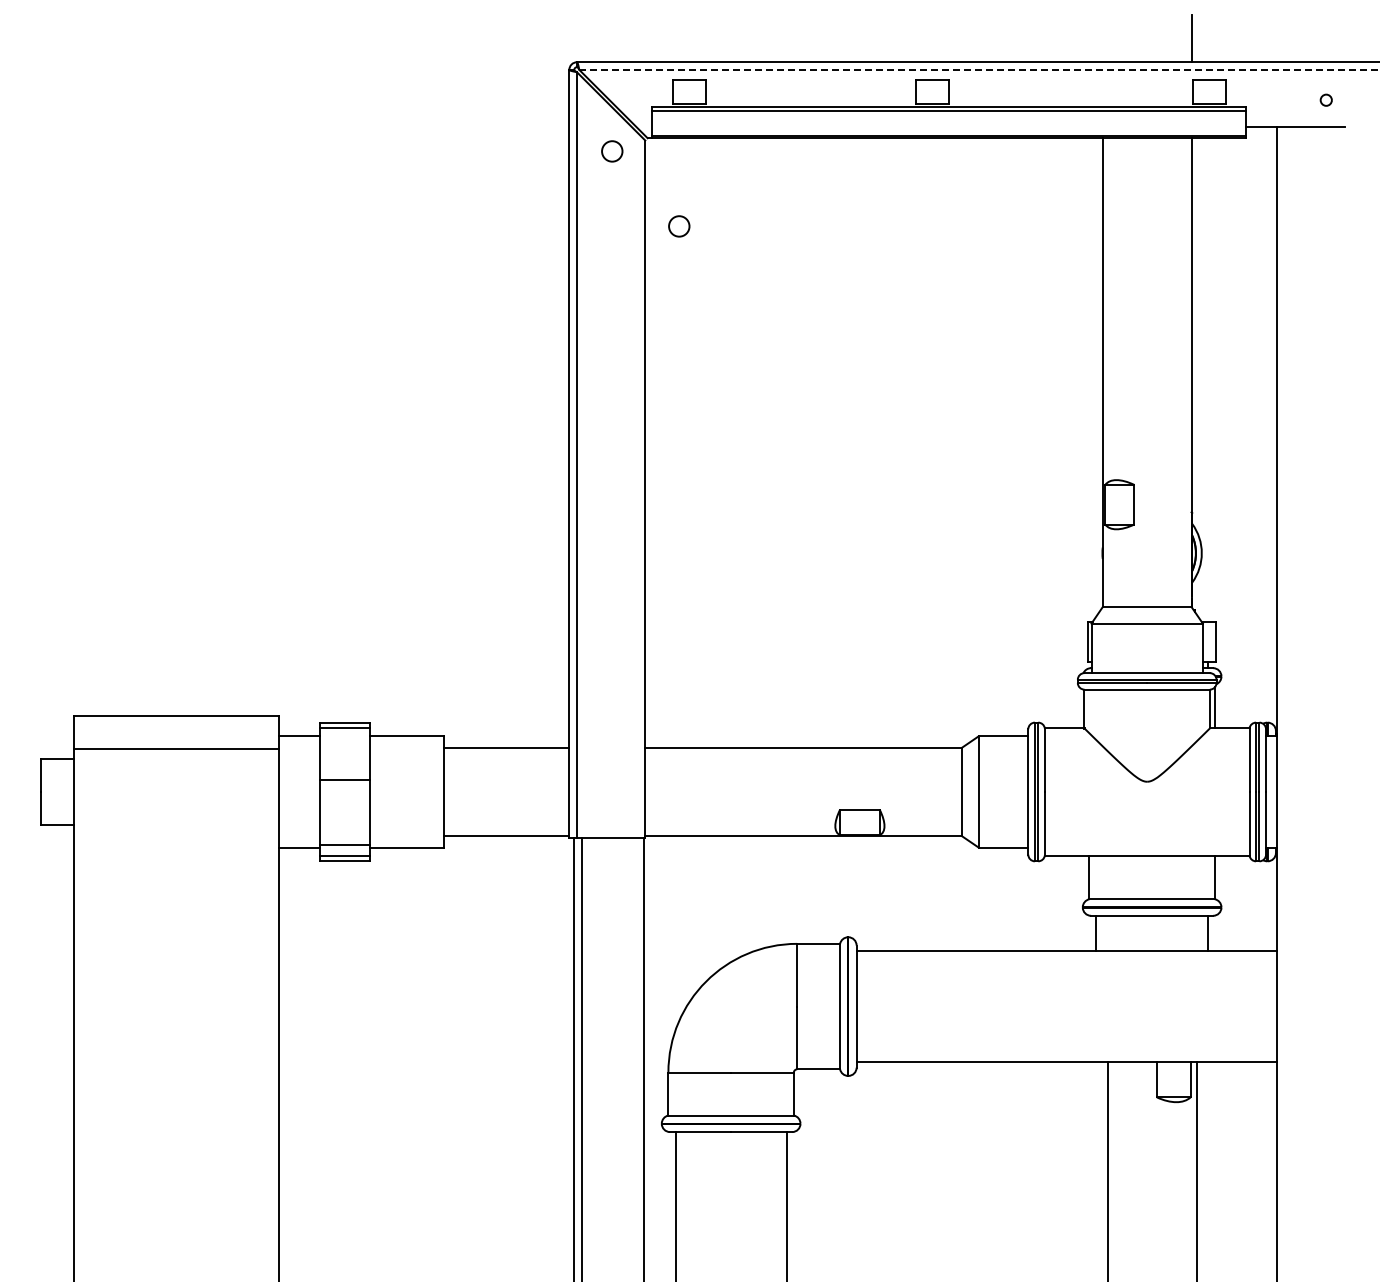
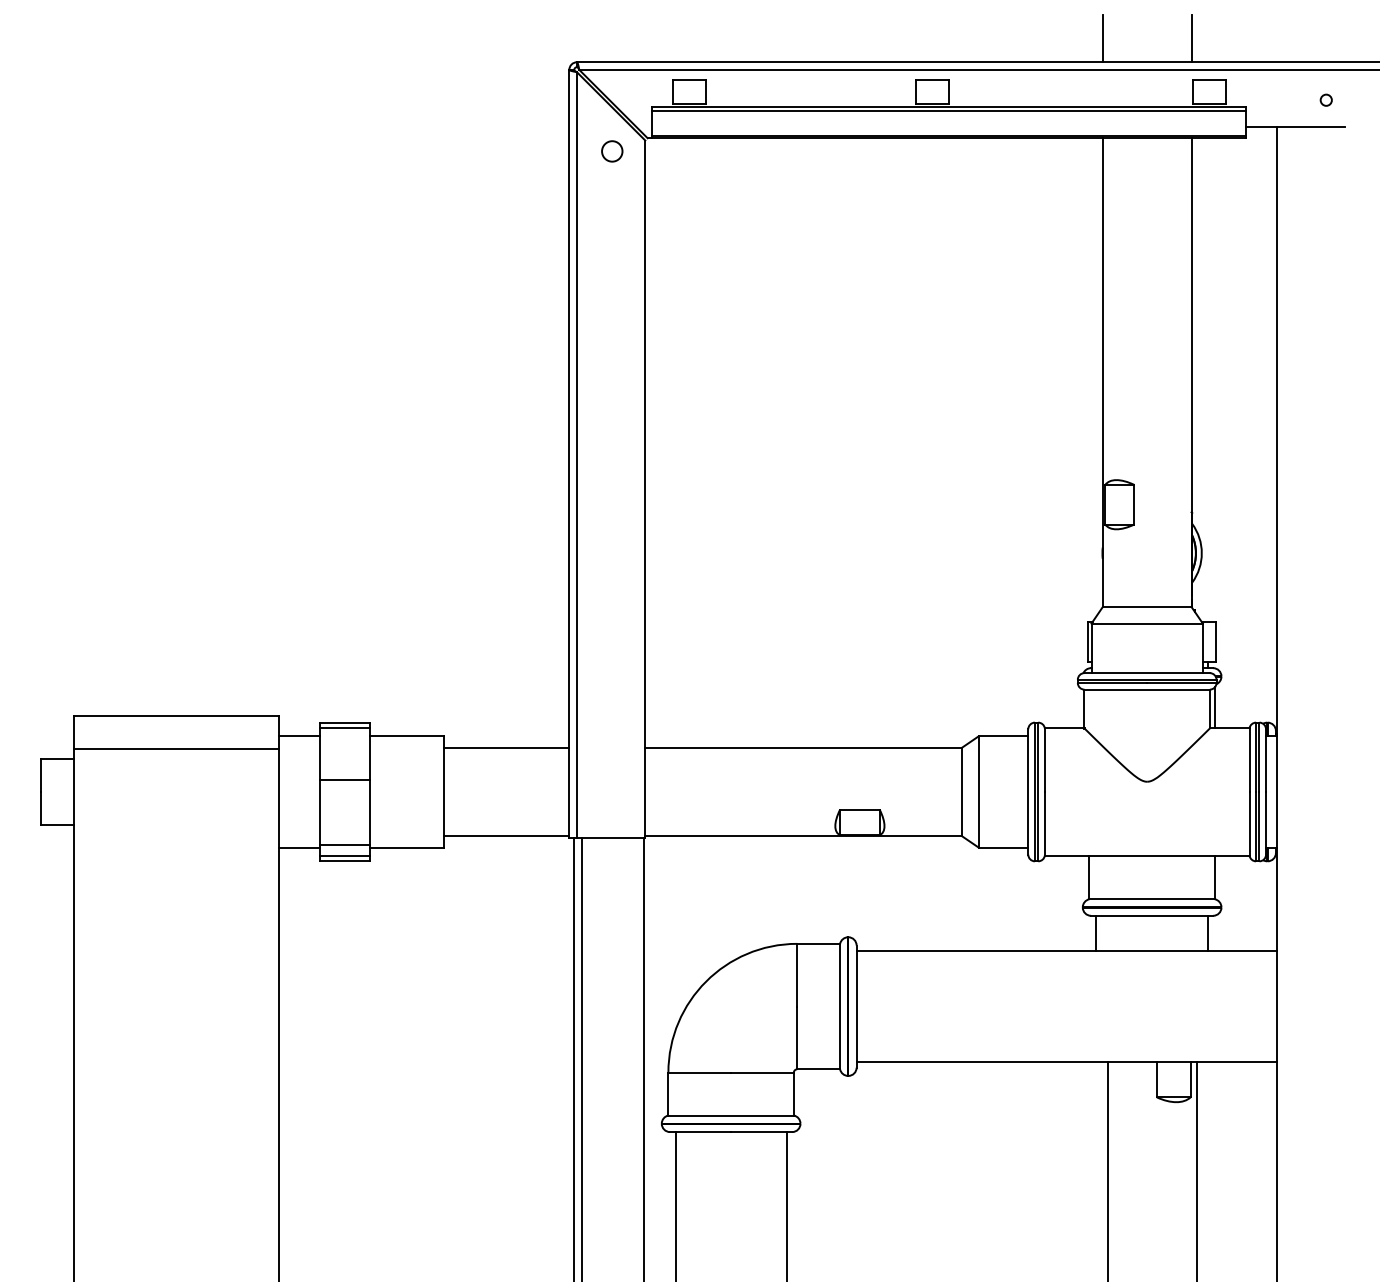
line at (1102, 38): none -> present
line at (980, 69): dashed -> solid
circle at (679, 226): present -> none
